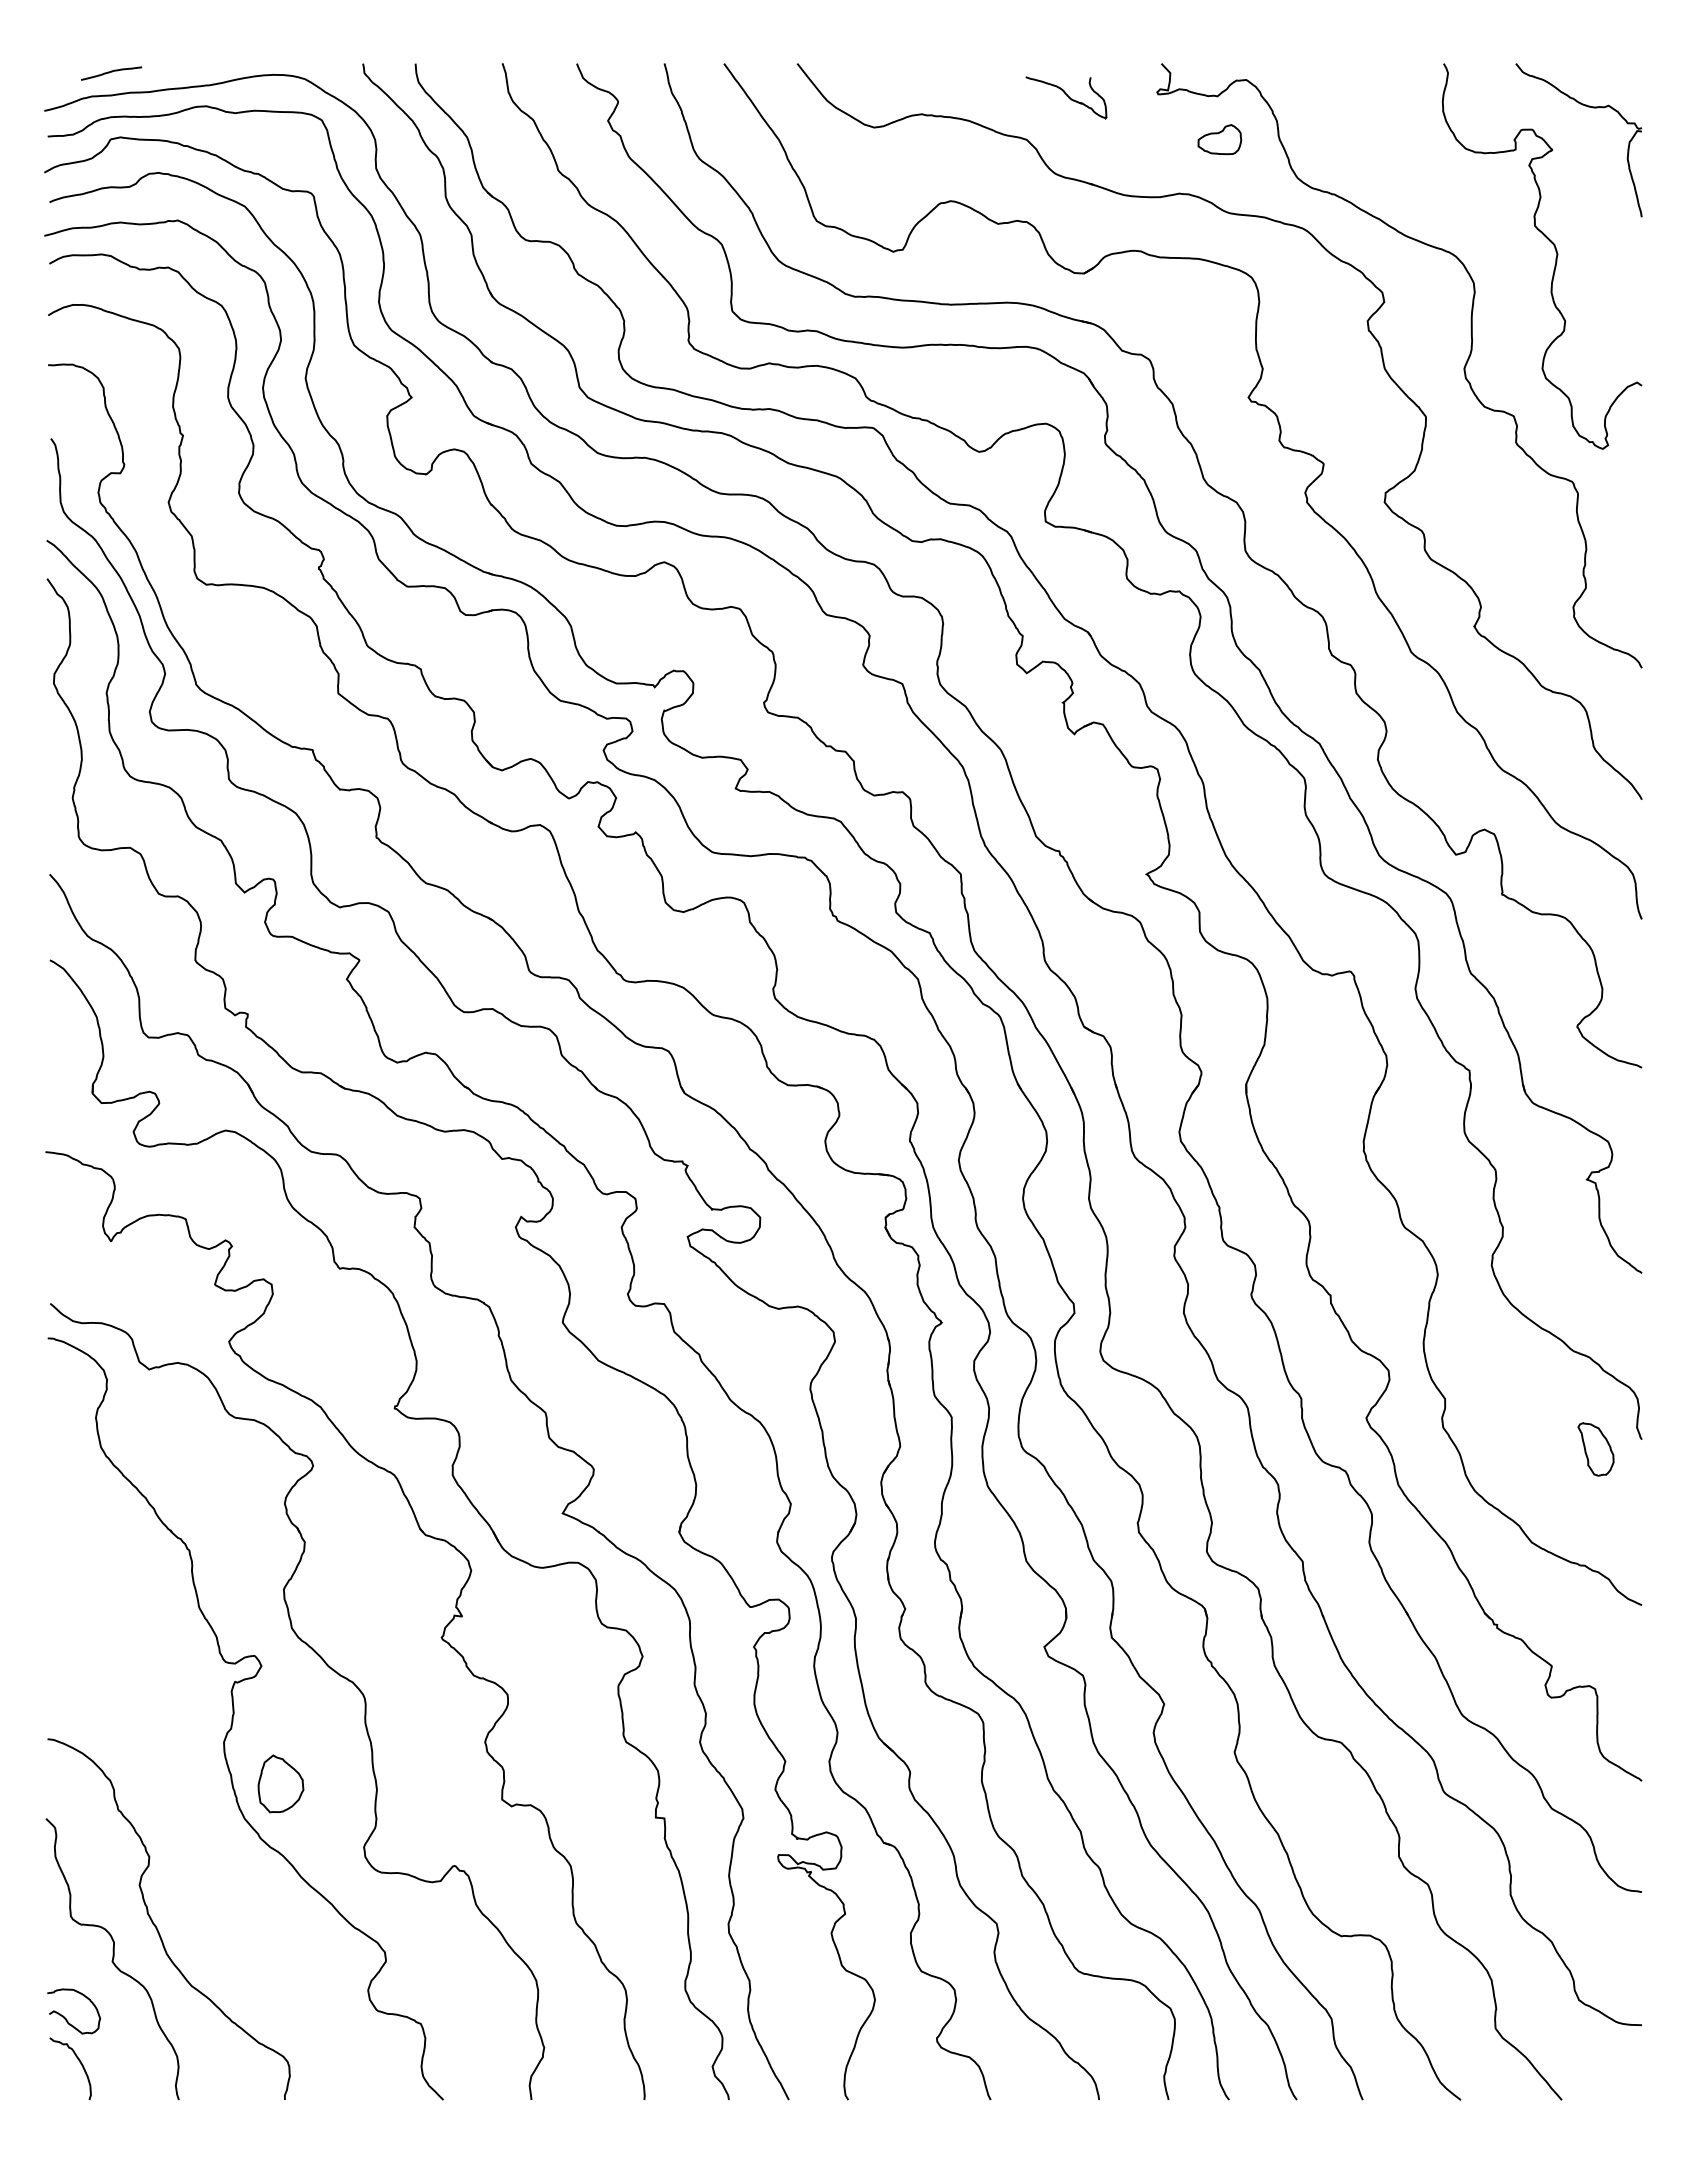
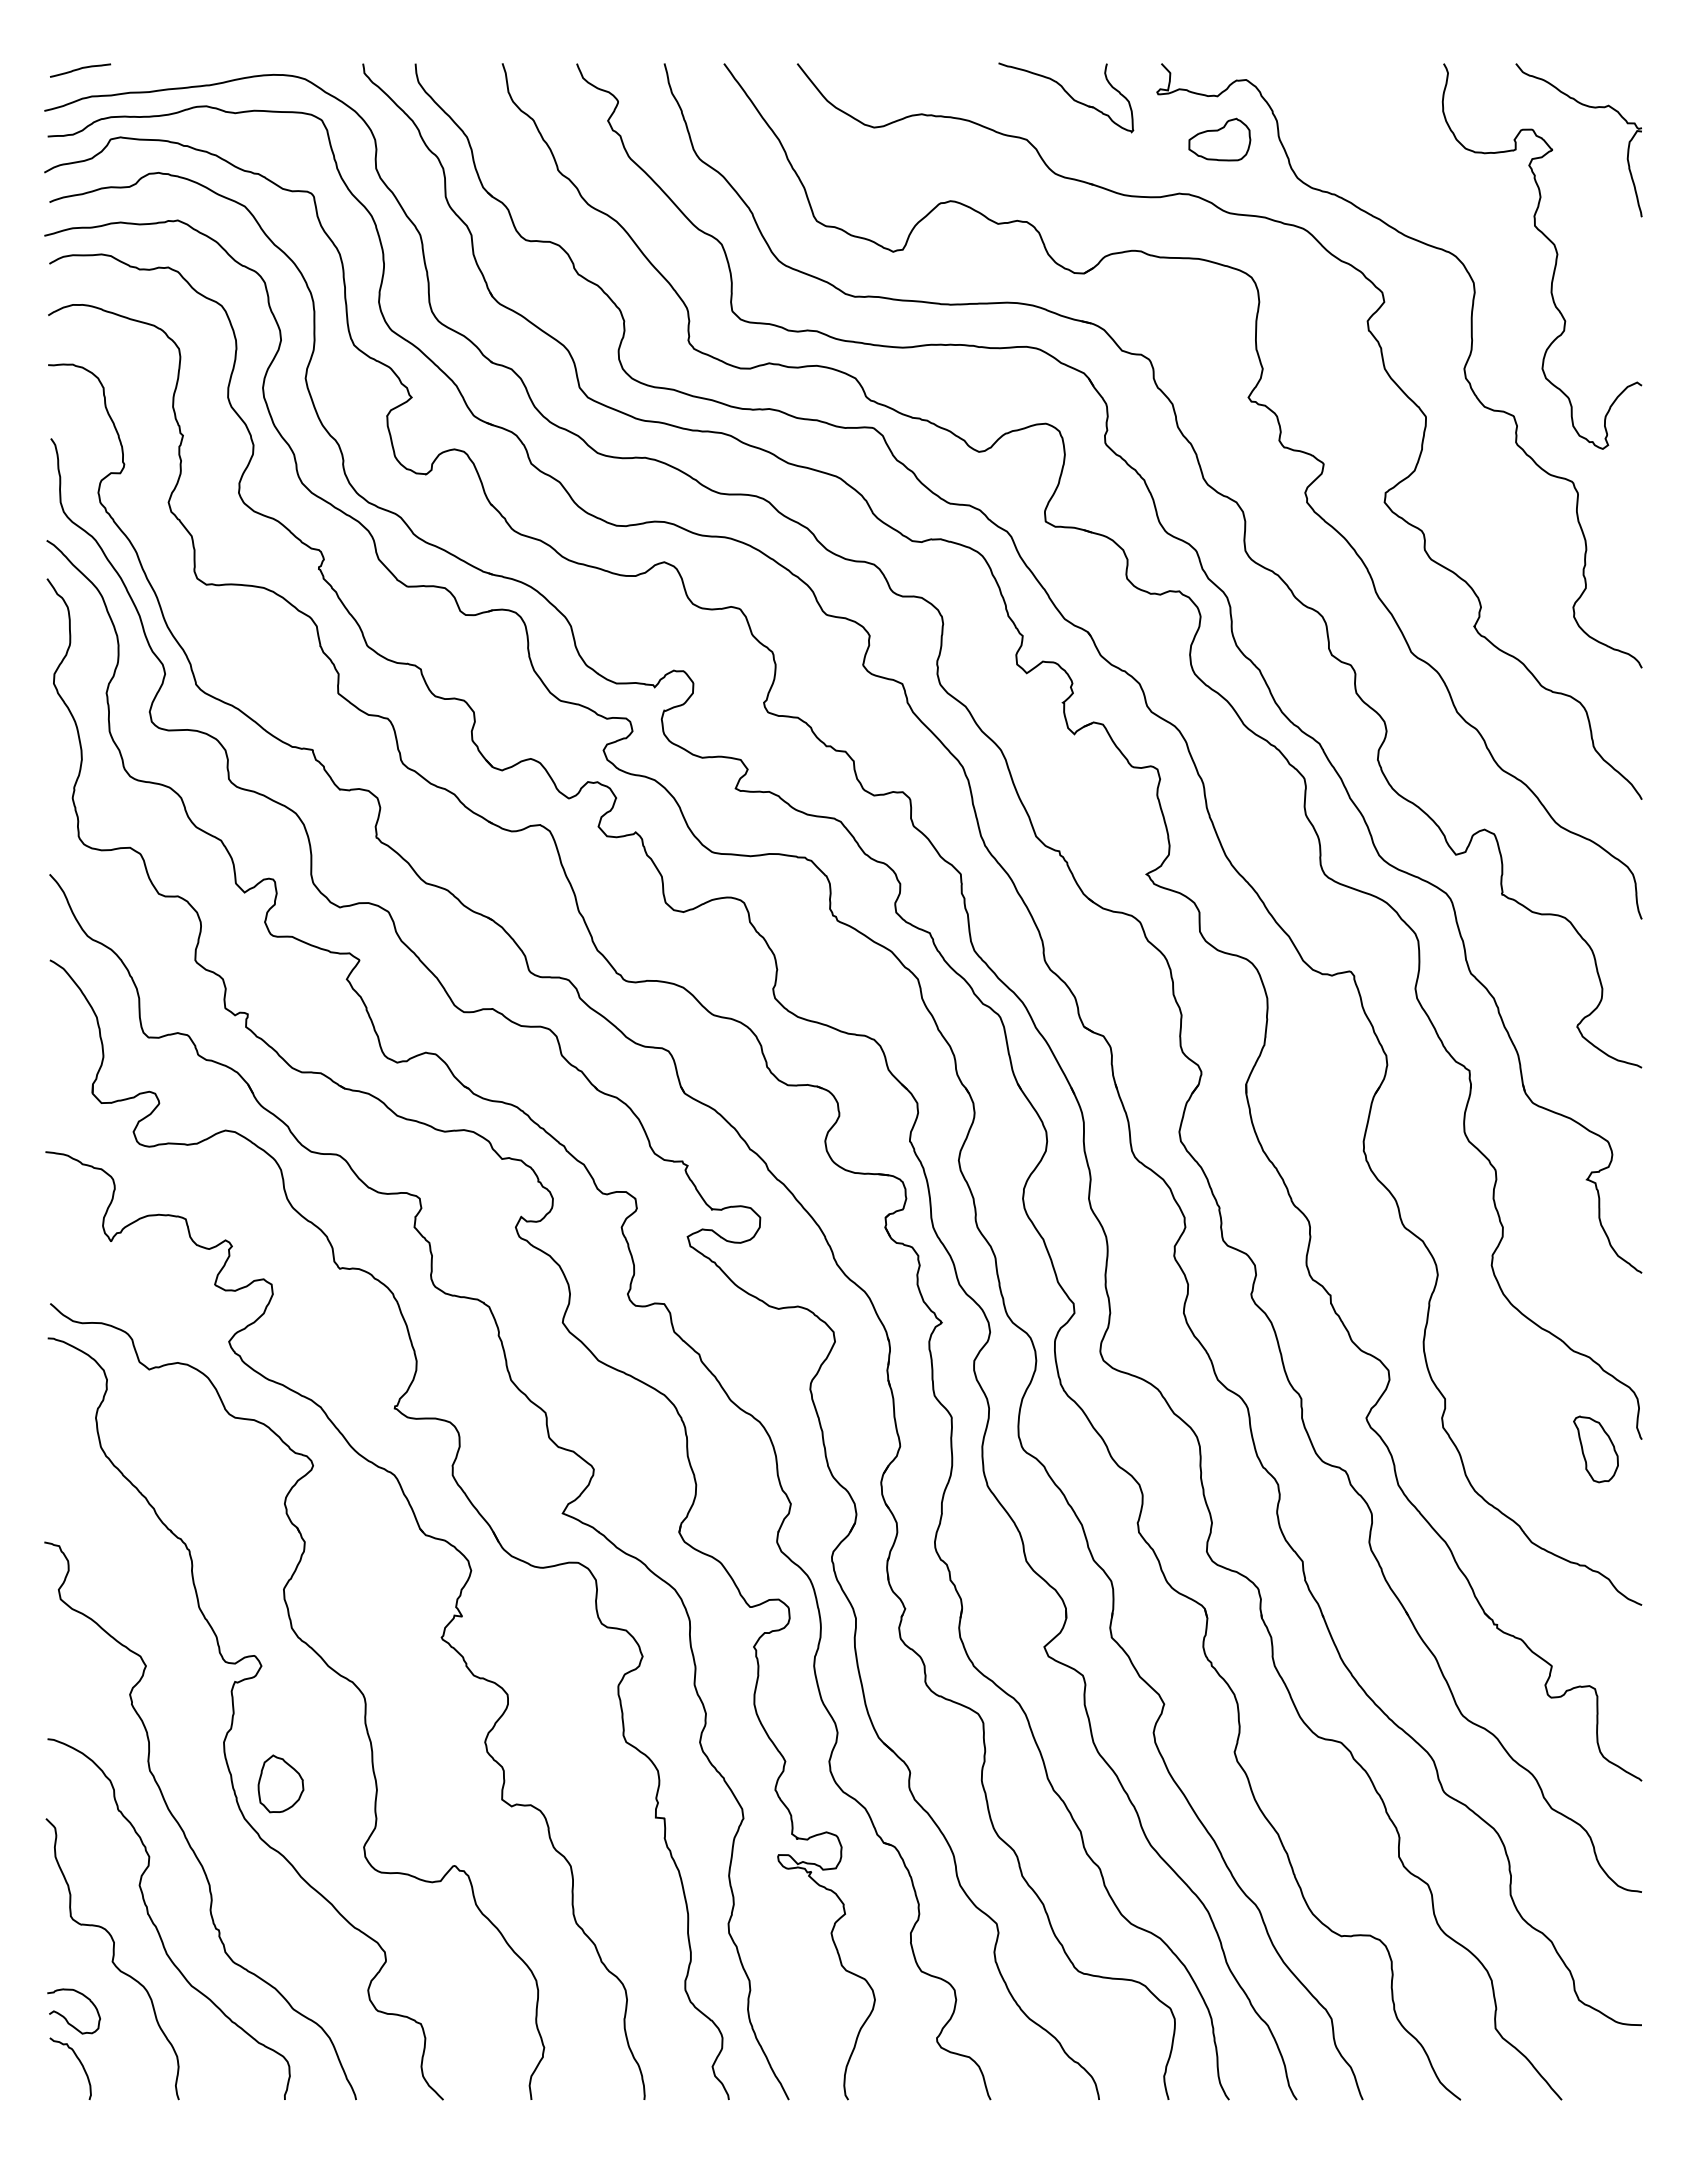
curve at (111, 72) position: (111, 72) -> (80, 69)
part at (1066, 97) size: 83x44 px -> 137x72 px
part at (1219, 139) size: 46x32 px -> 64x45 px
part at (1595, 1449) size: 38x55 px -> 46x69 px
curve at (183, 1829): none -> present
